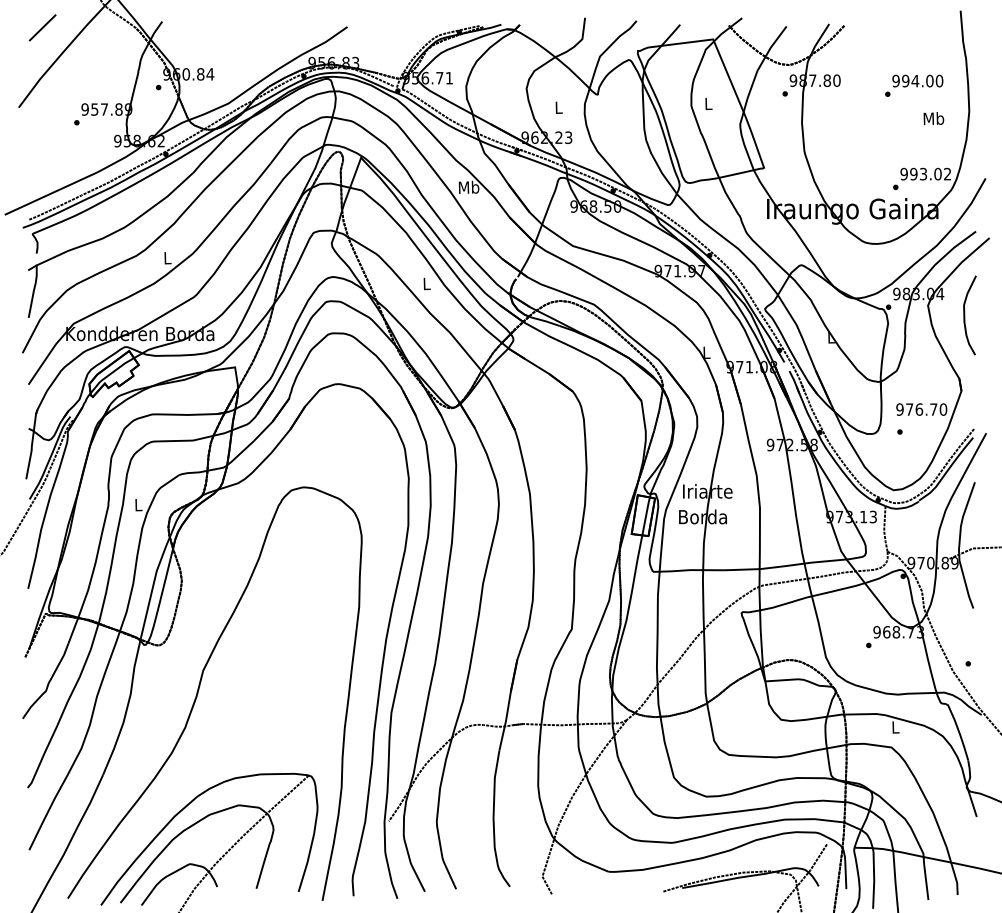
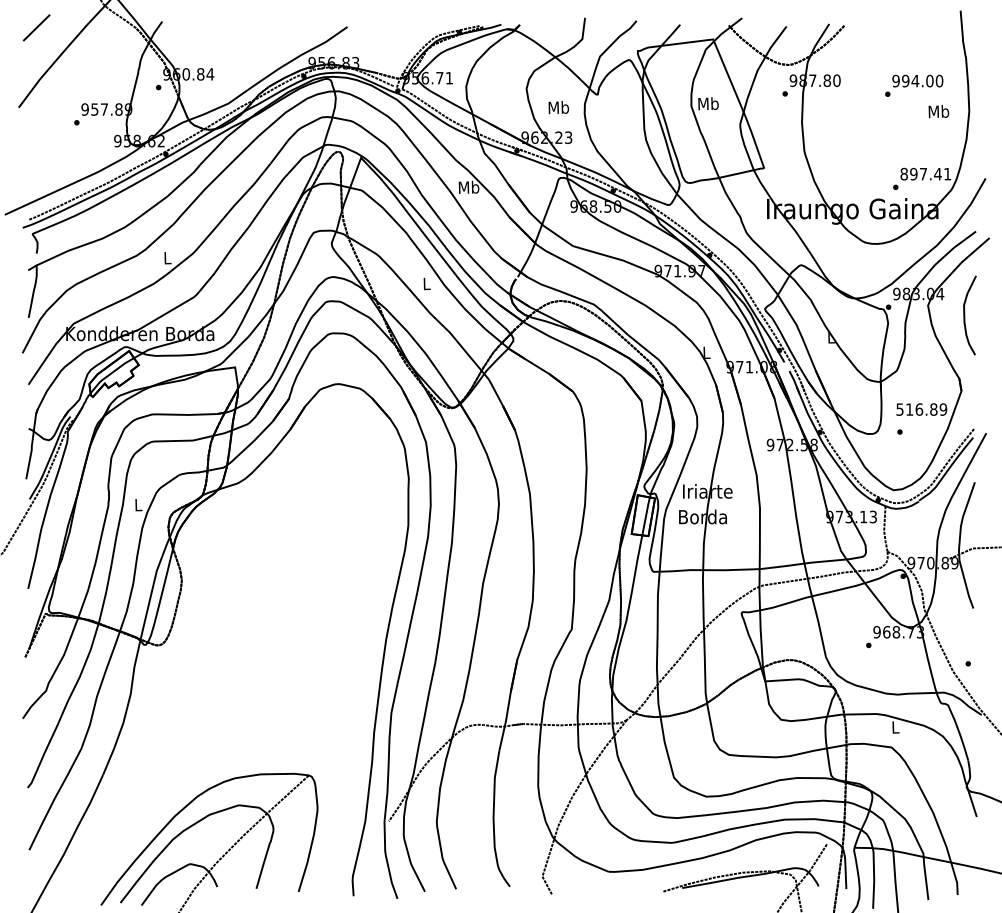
line at (42, 27) position: (42, 27) -> (36, 27)
text at (708, 103): L -> Mb
text at (558, 107): L -> Mb
text at (933, 118) position: (933, 118) -> (938, 111)
text at (925, 173): 993.02 -> 897.41
text at (921, 409): 976.70 -> 516.89
curve at (199, 690): present -> none
